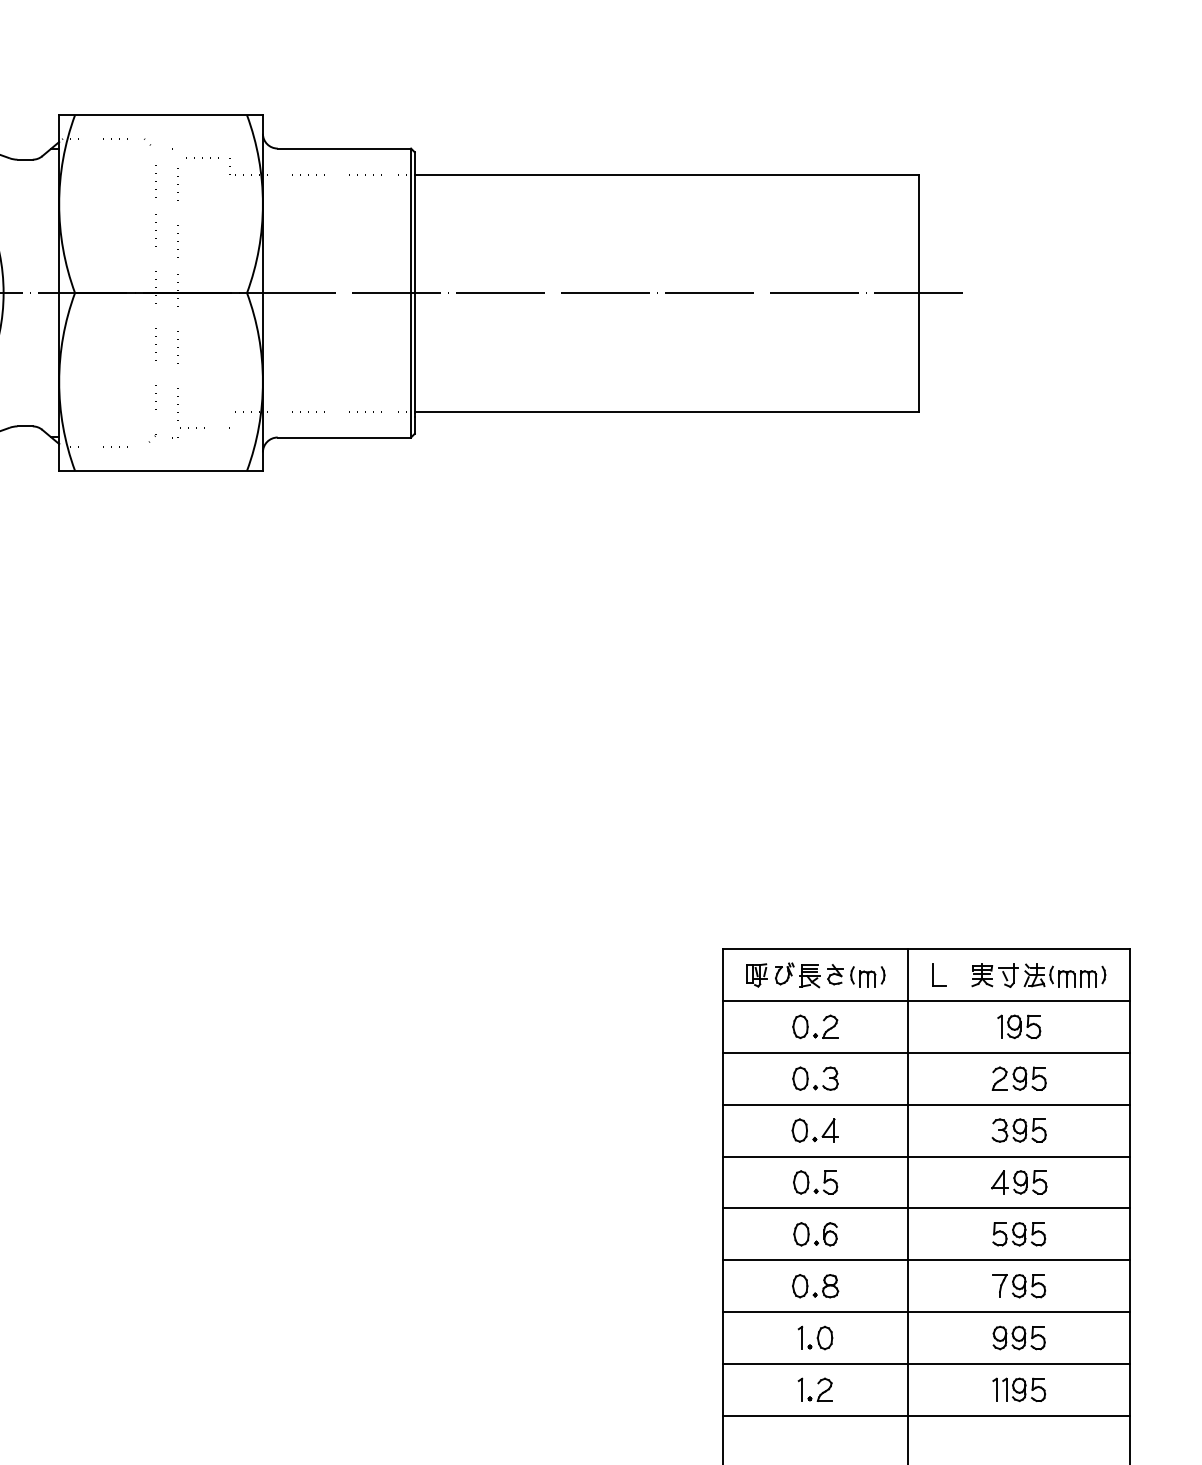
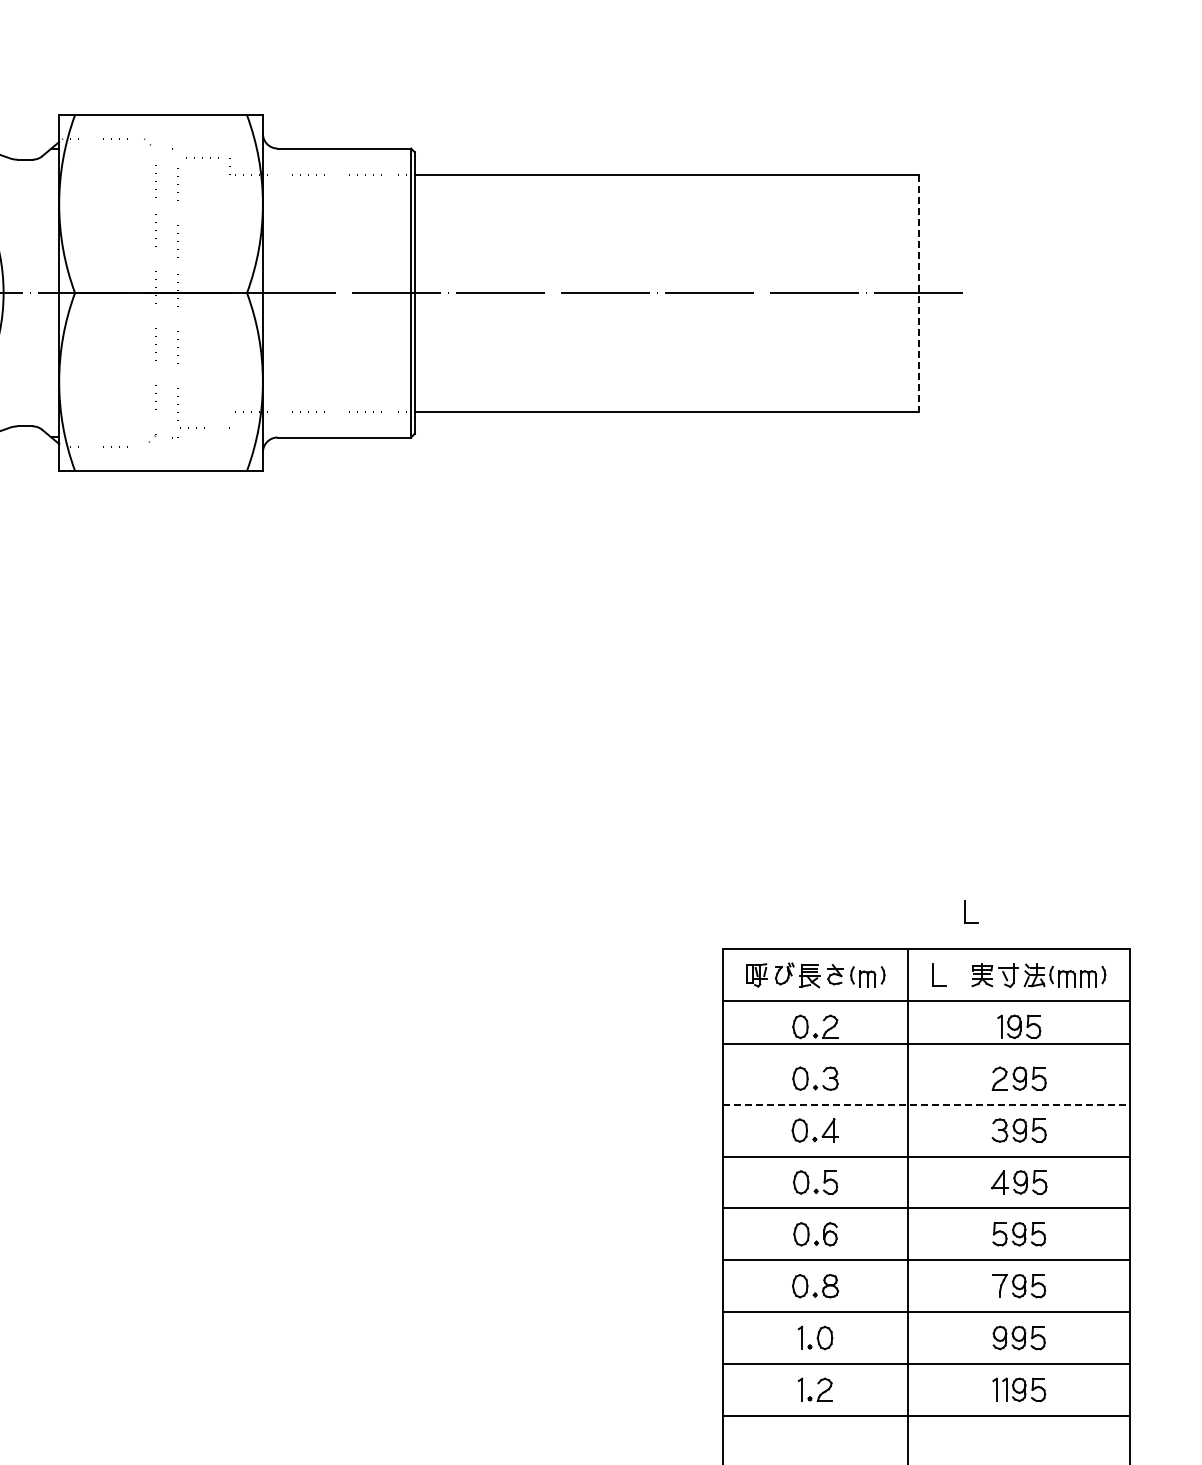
line at (918, 293): solid -> dashed
part at (971, 911): none -> present
line at (926, 1052) position: (926, 1052) -> (926, 1043)
line at (926, 1104): solid -> dashed
